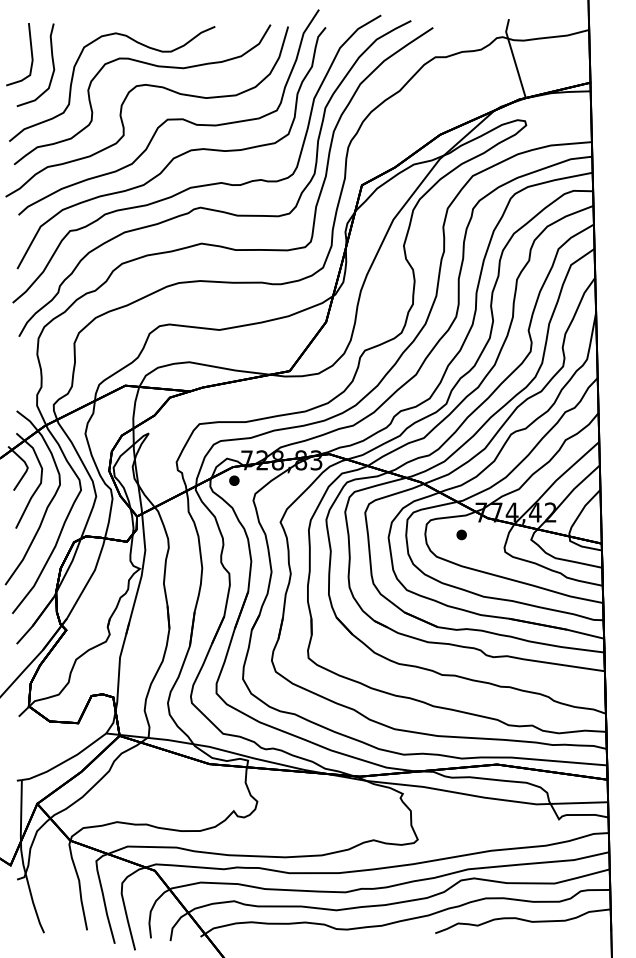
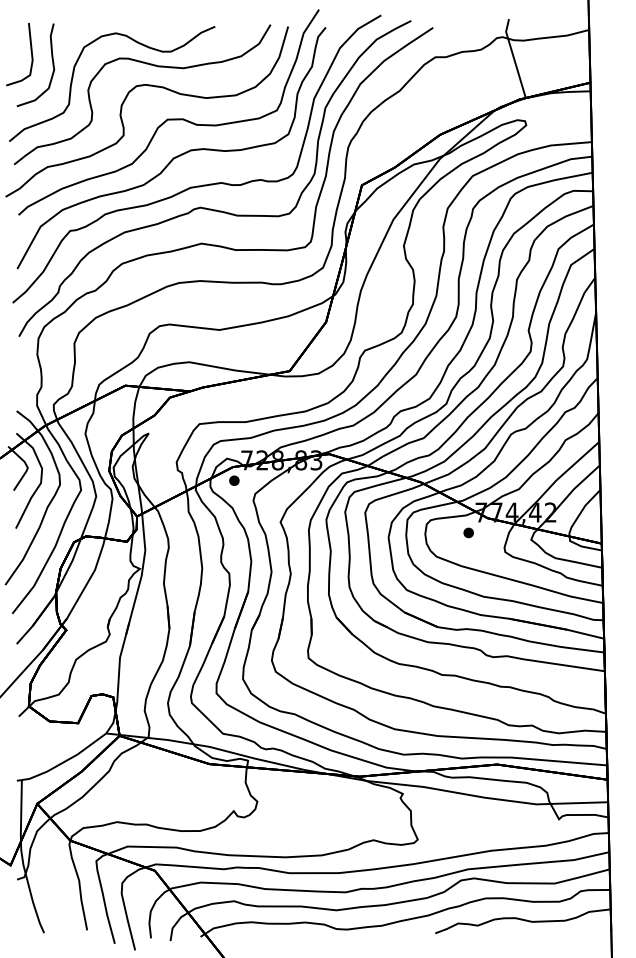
part at (461, 534) position: (461, 534) -> (468, 532)
